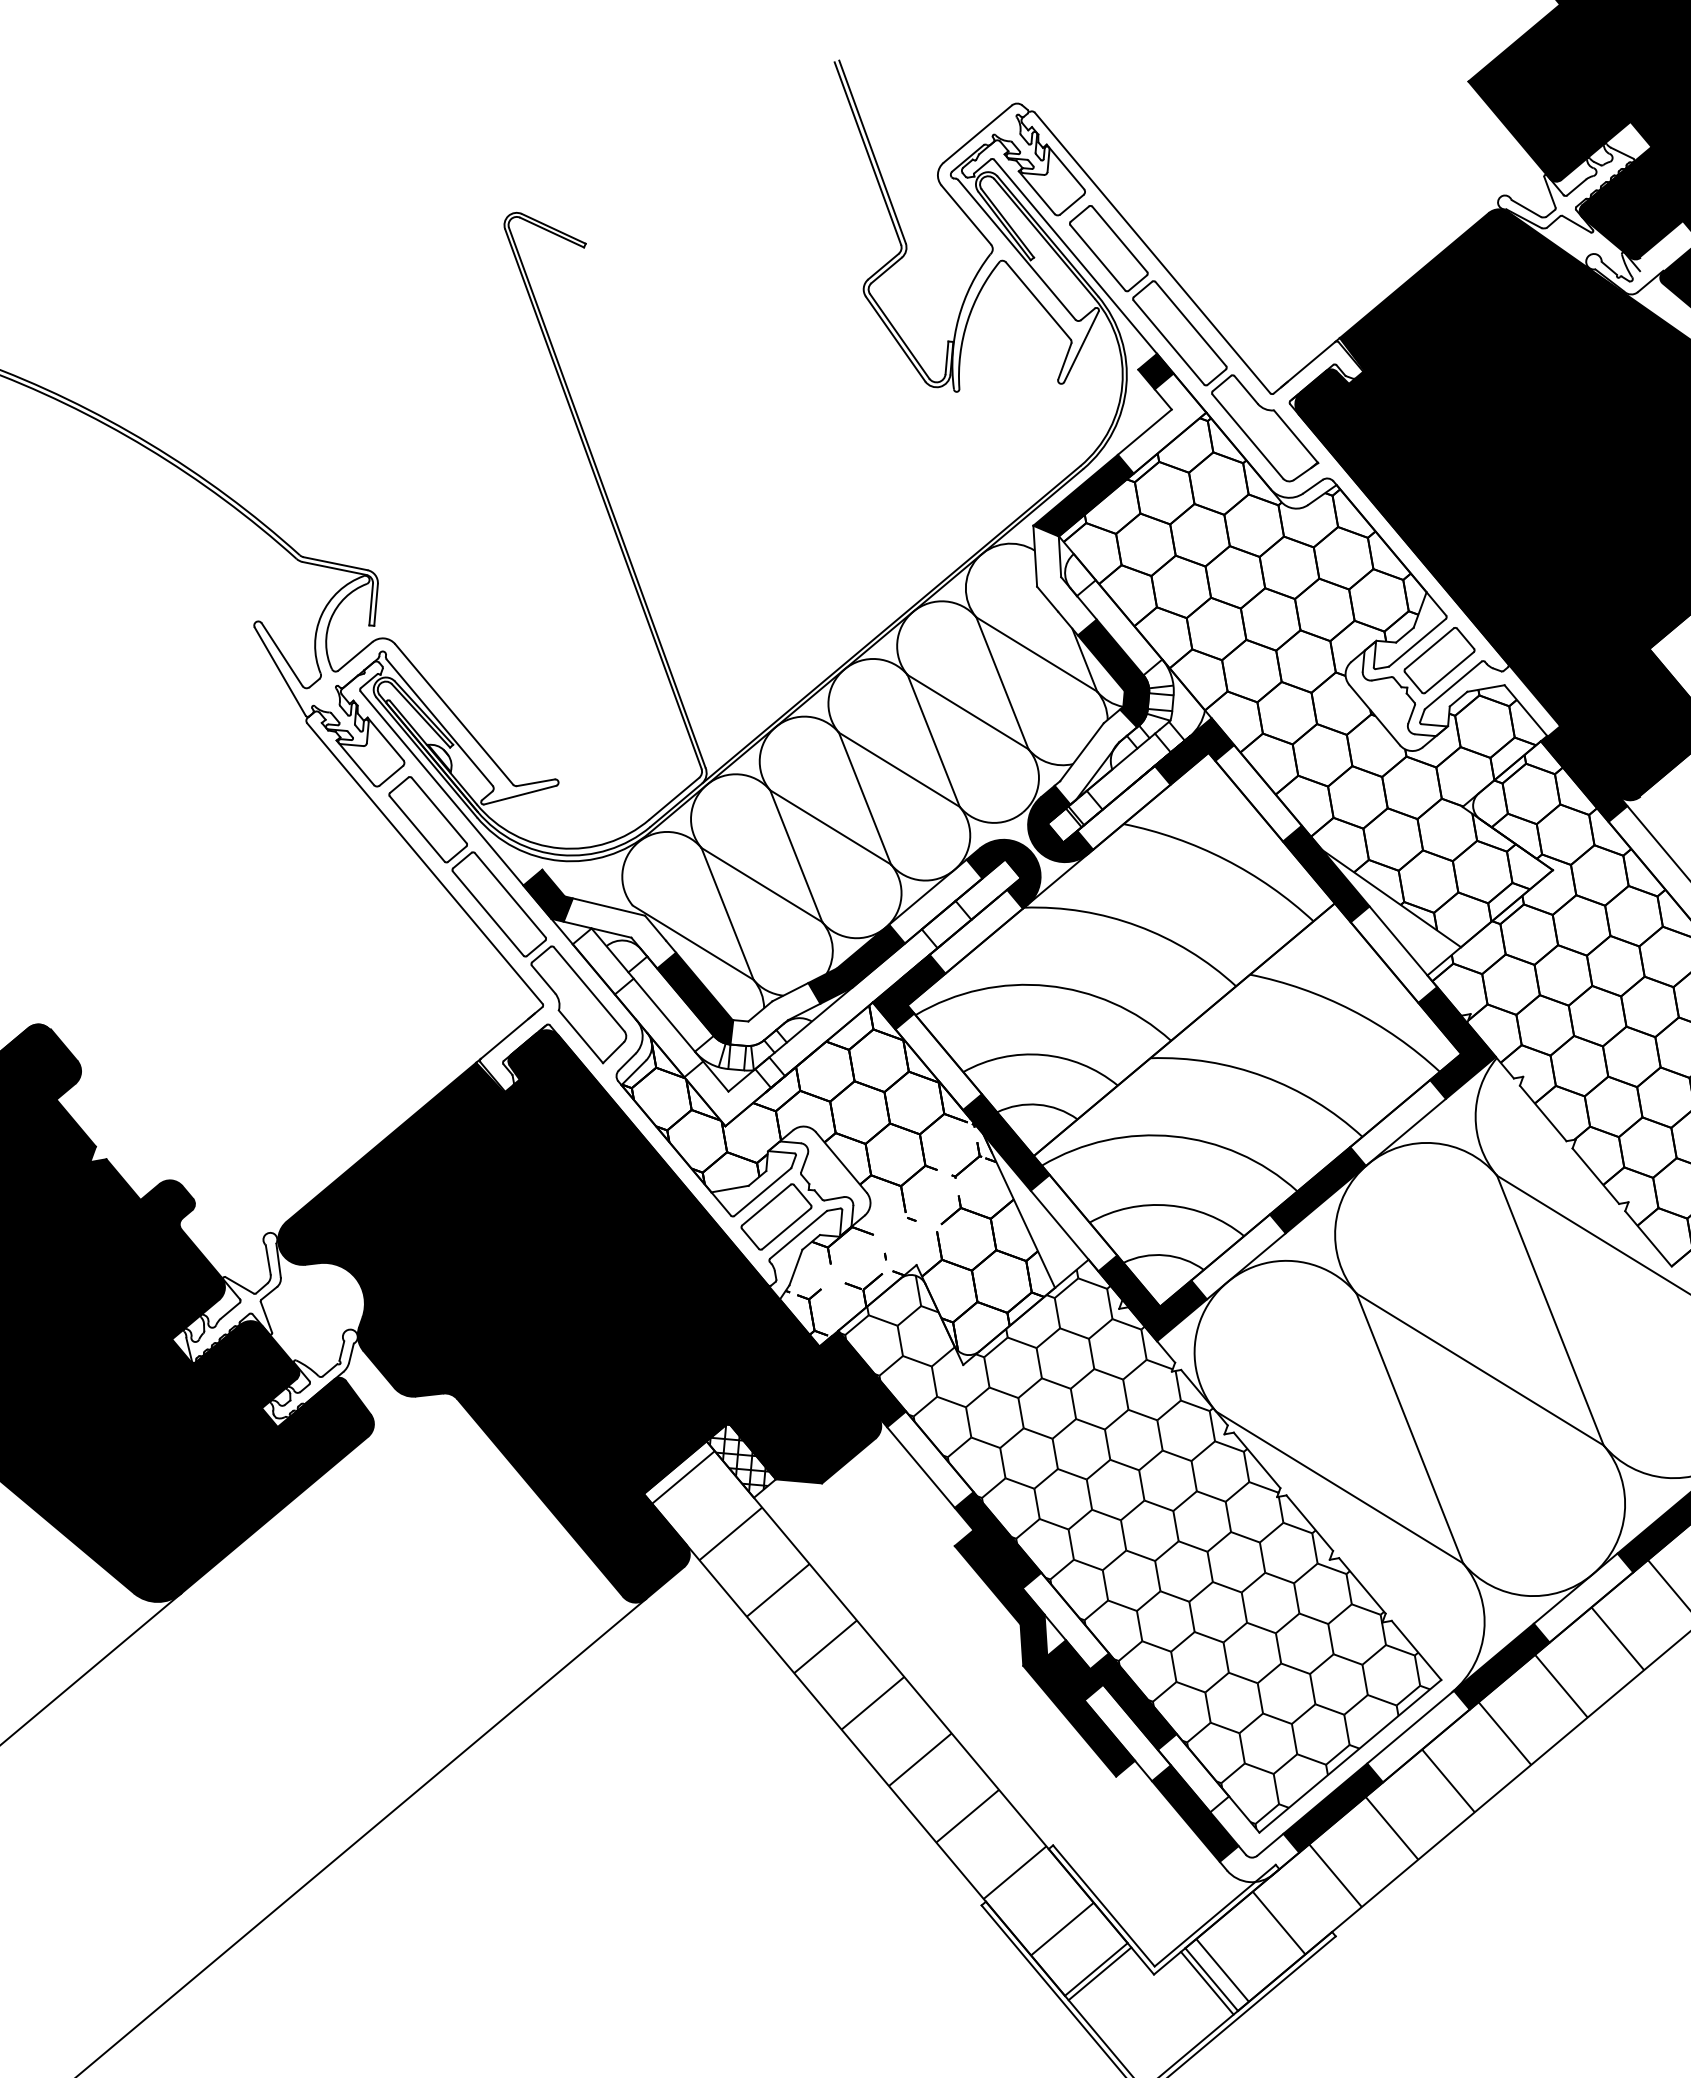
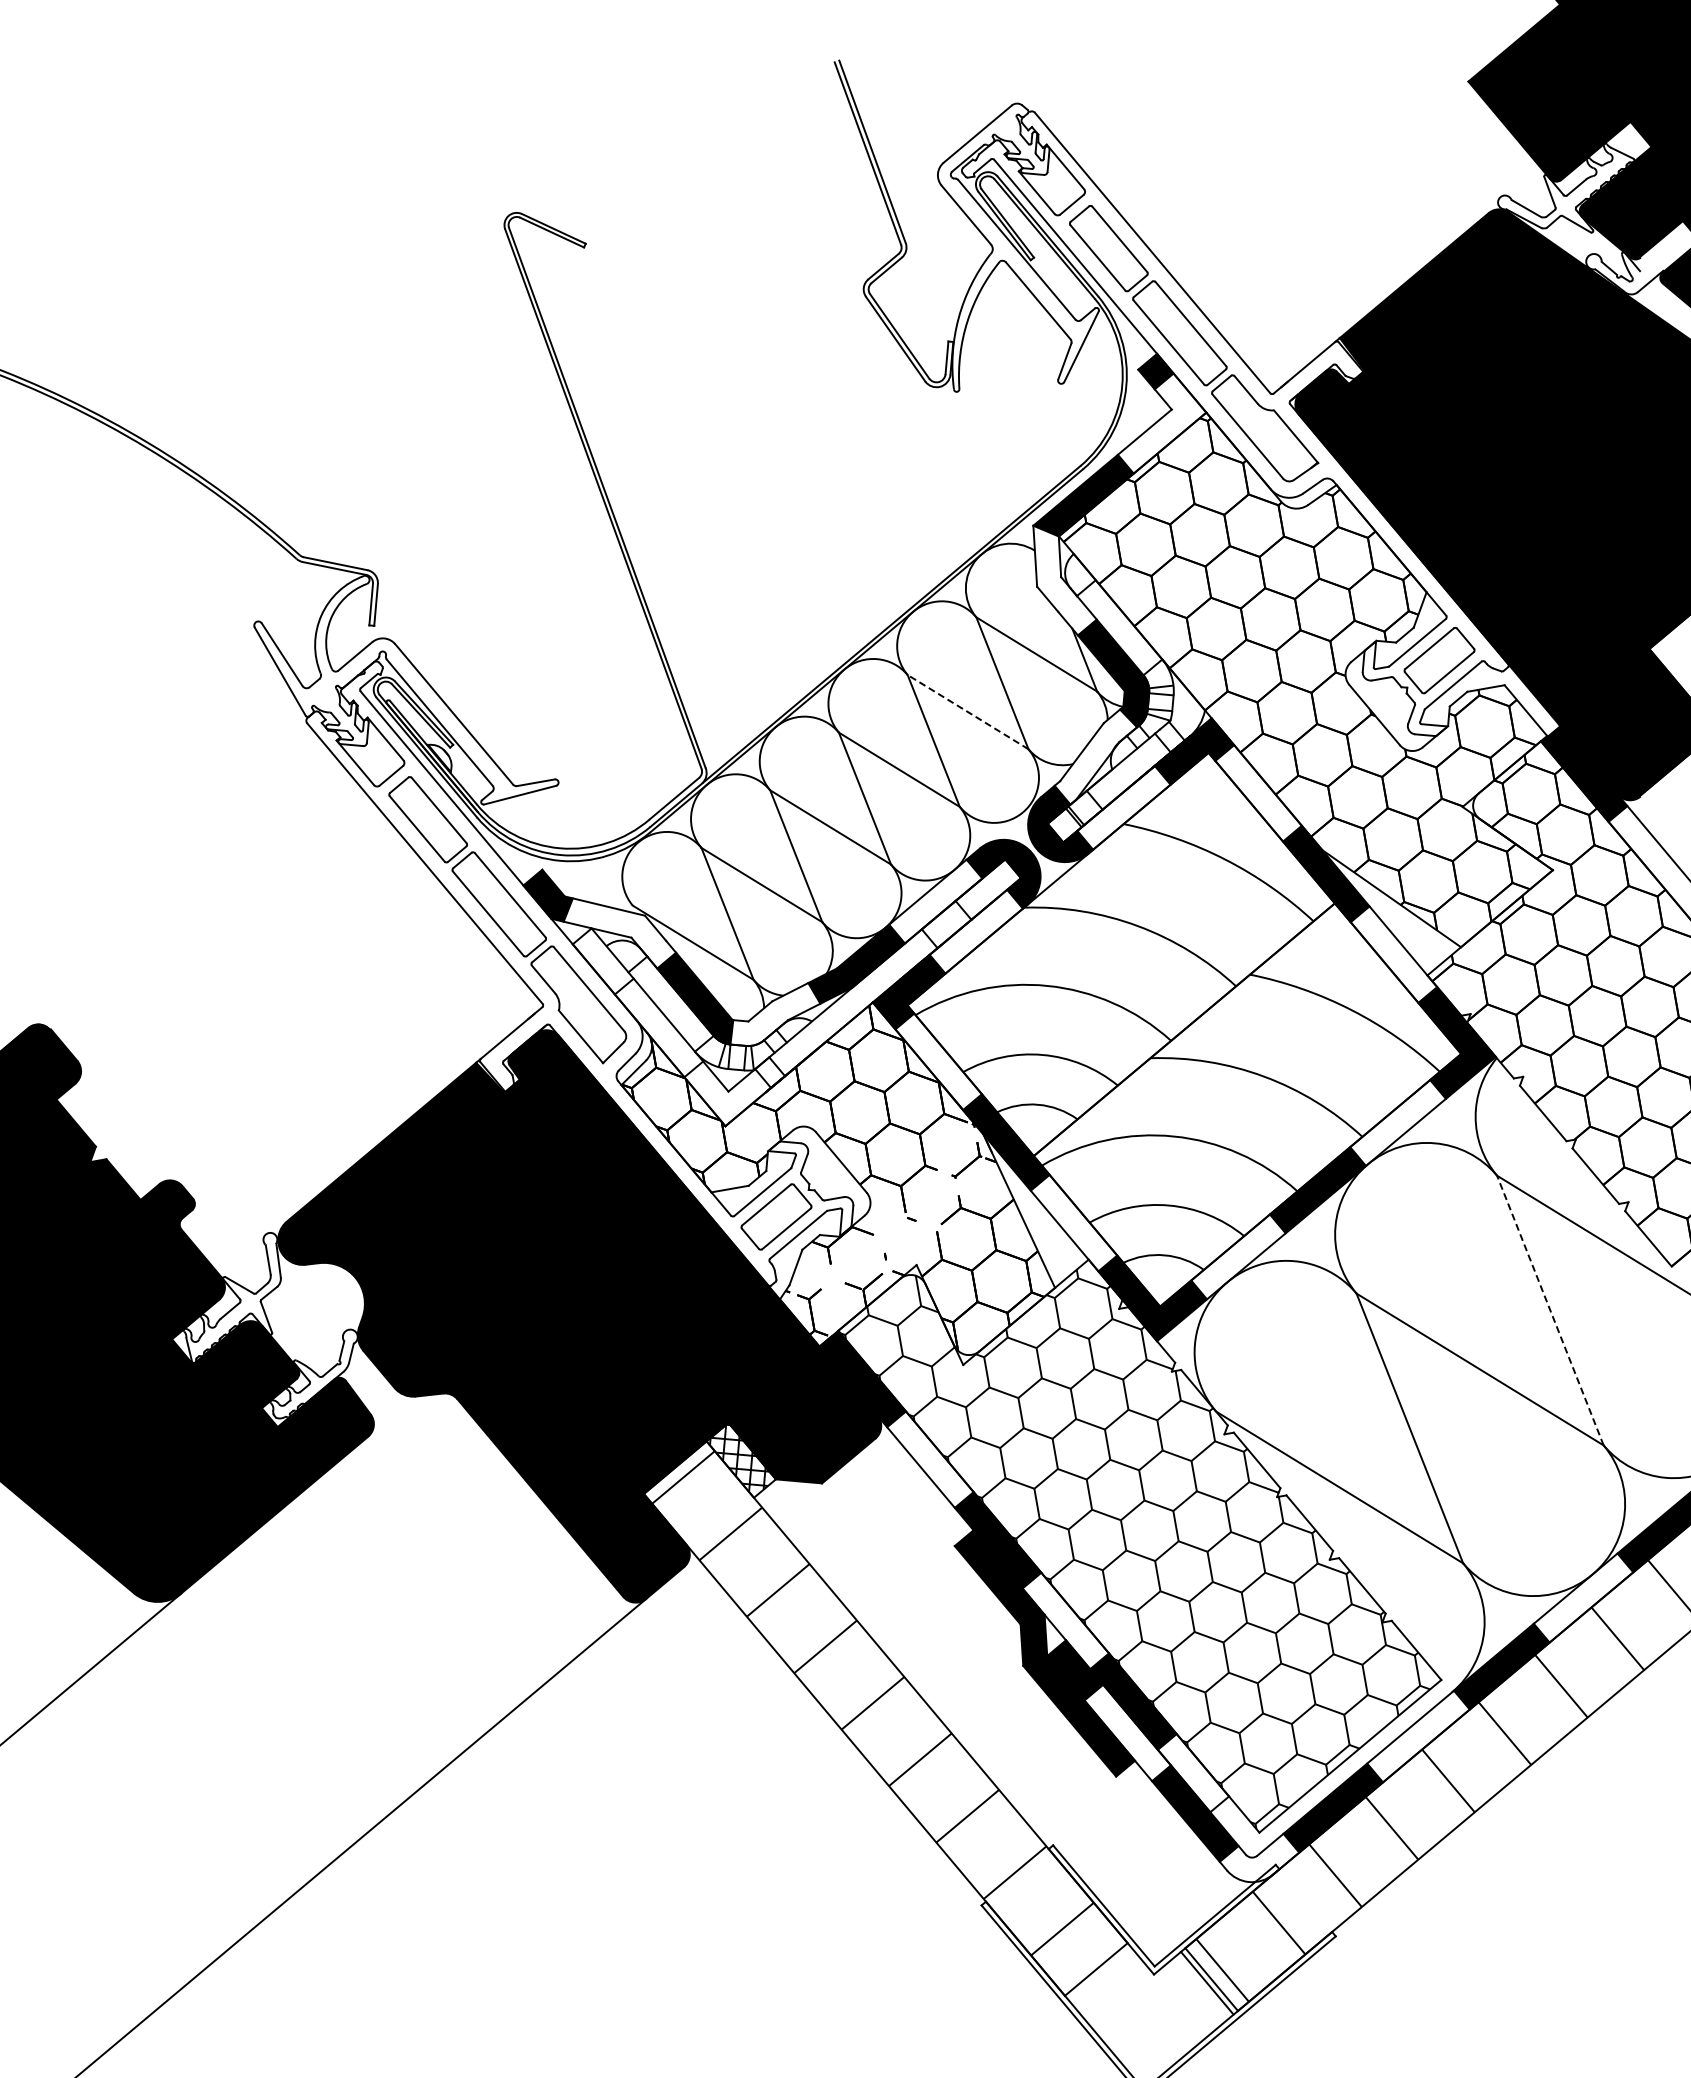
line at (968, 712): solid -> dashed
line at (1550, 1310): solid -> dashed
line at (1099, 1973): present -> none
